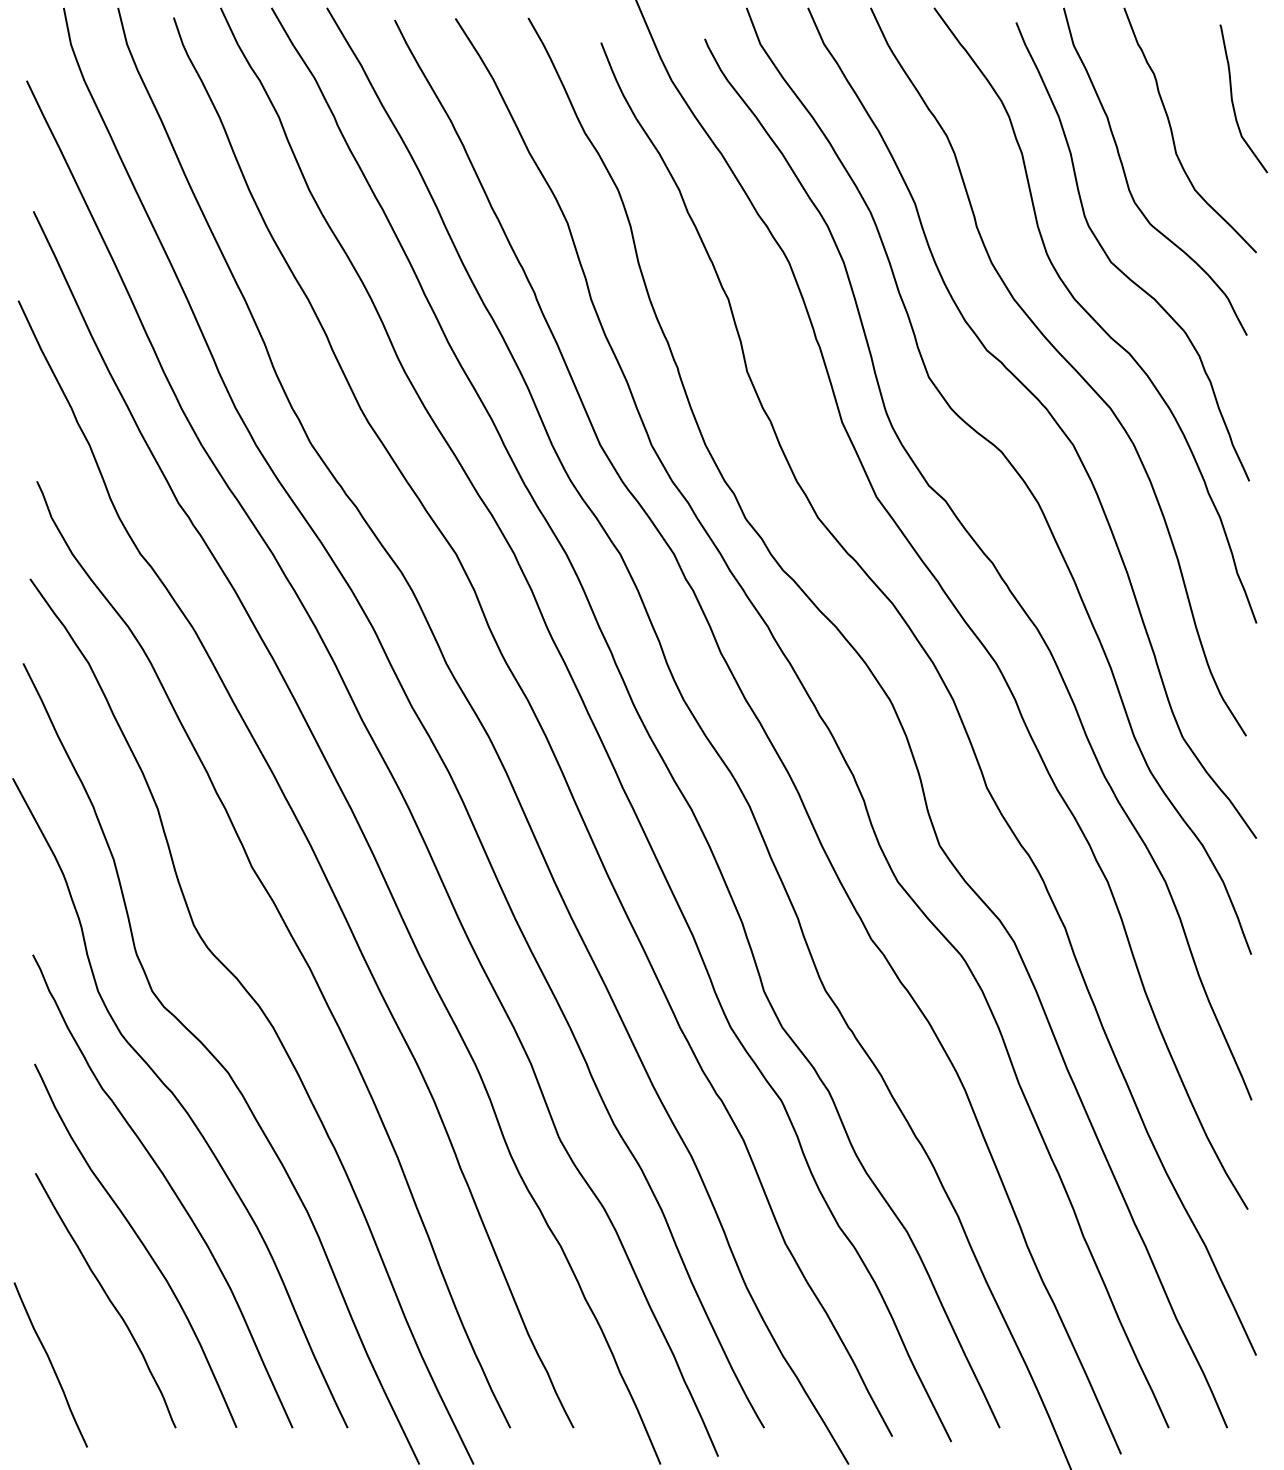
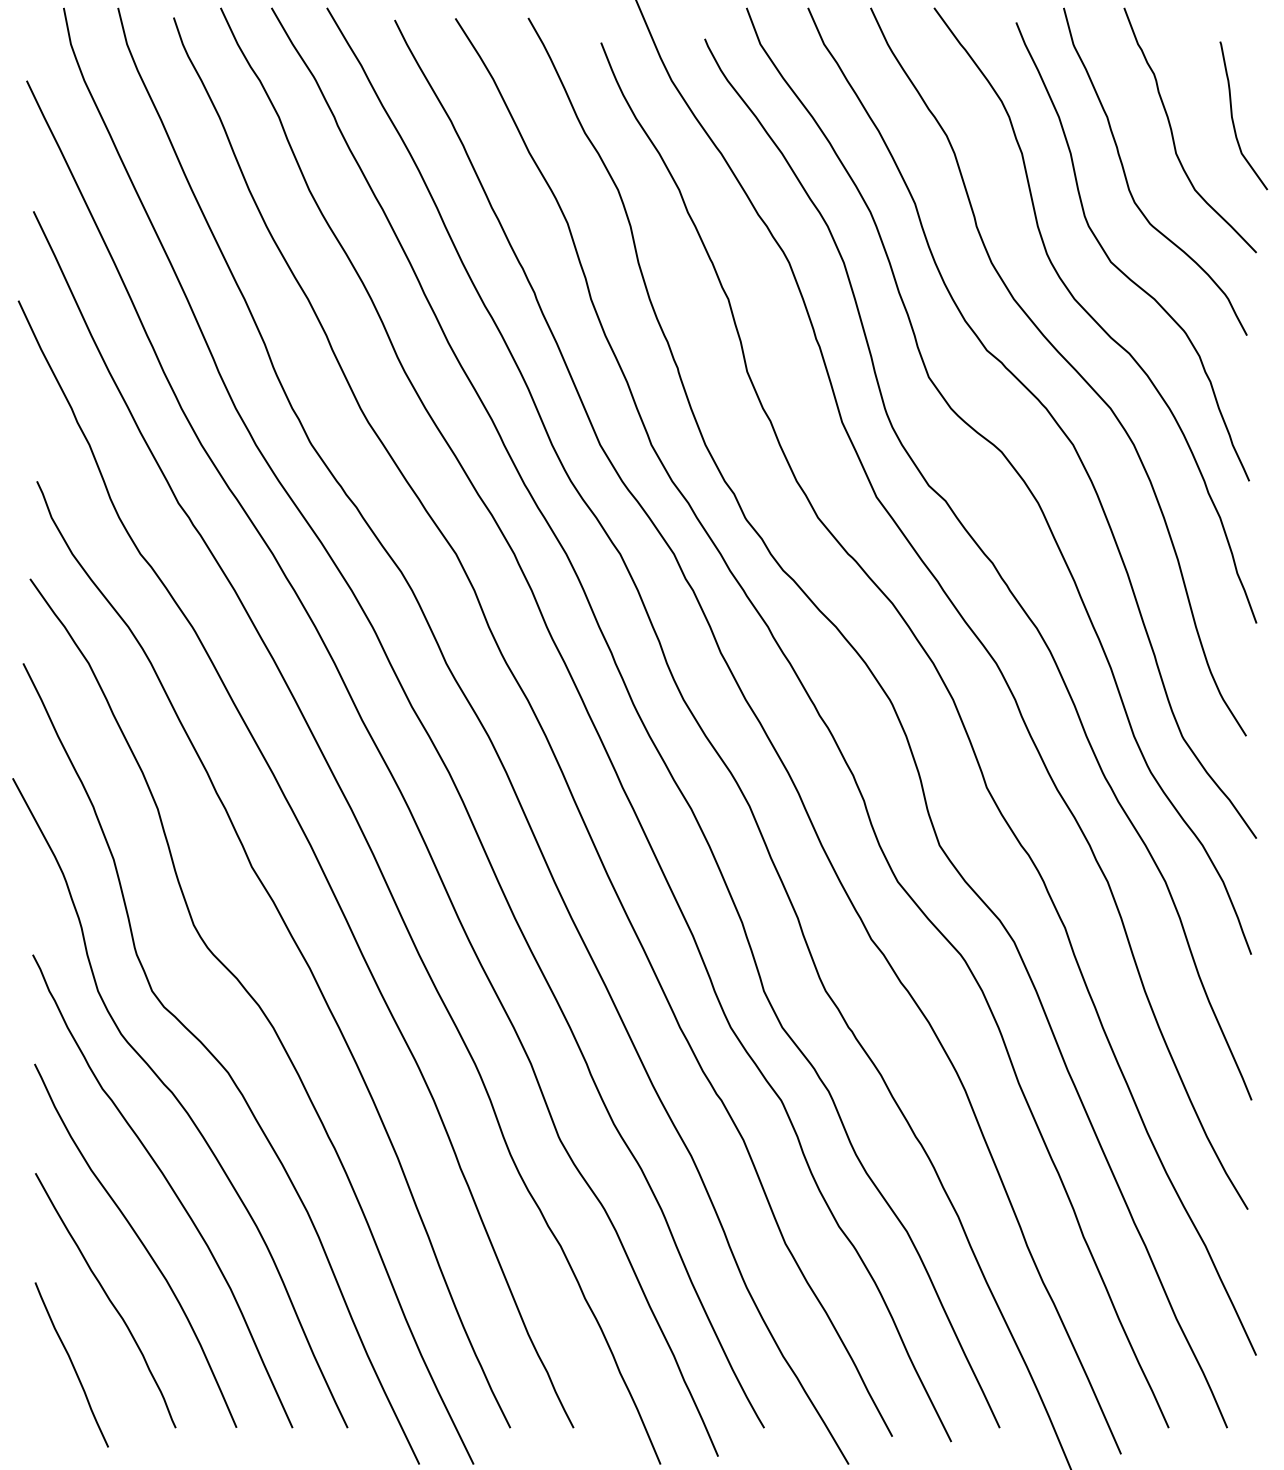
curve at (1233, 101) position: (1233, 101) -> (1233, 118)
curve at (50, 1364) position: (50, 1364) -> (71, 1364)
